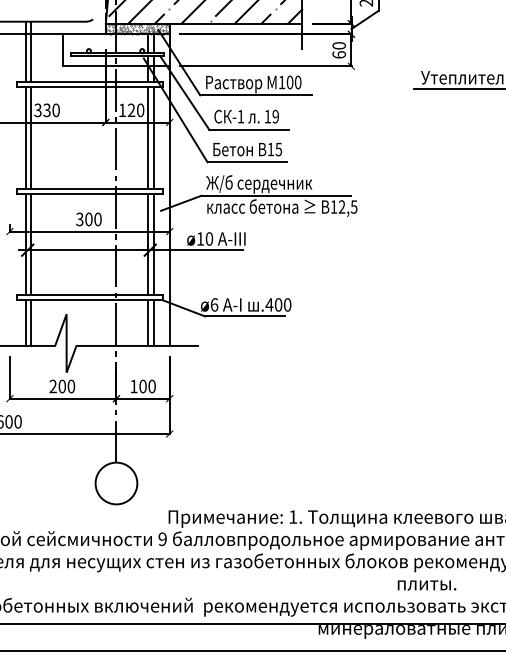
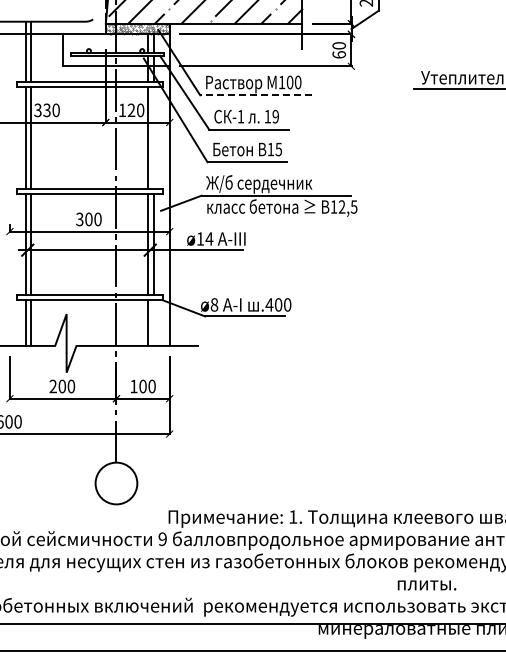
line at (256, 95): solid -> dashed
line at (153, 137): present -> none
text at (209, 238): ø10 -> ø14
text at (214, 304): ø6 -> ø8
line at (153, 322): present -> none
